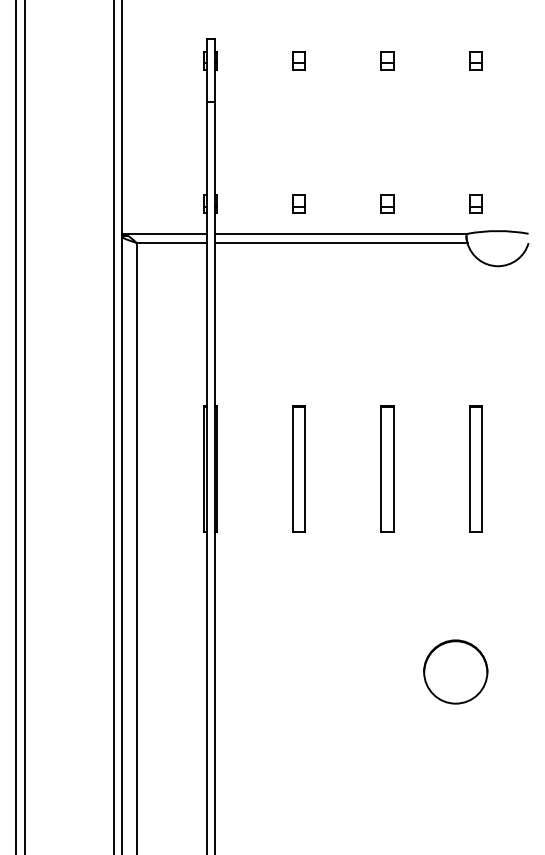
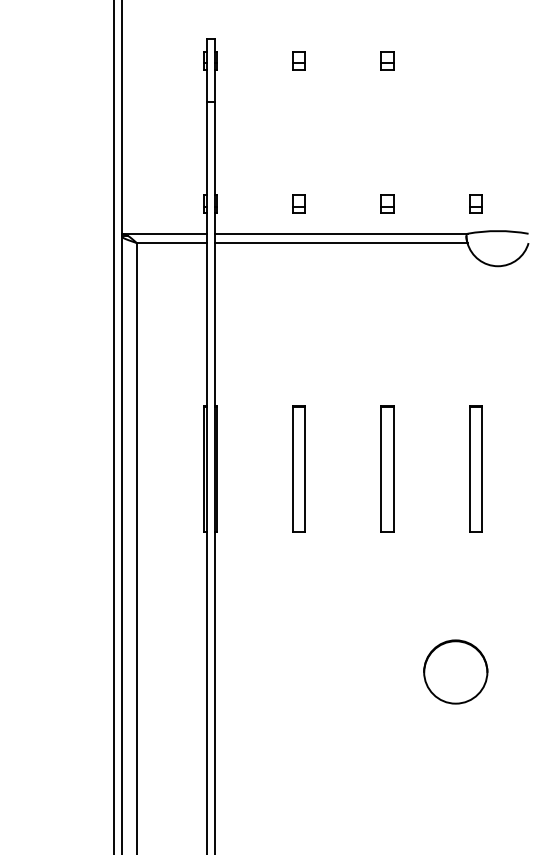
part at (475, 60): present -> none
line at (16, 426): present -> none
line at (24, 426): present -> none
